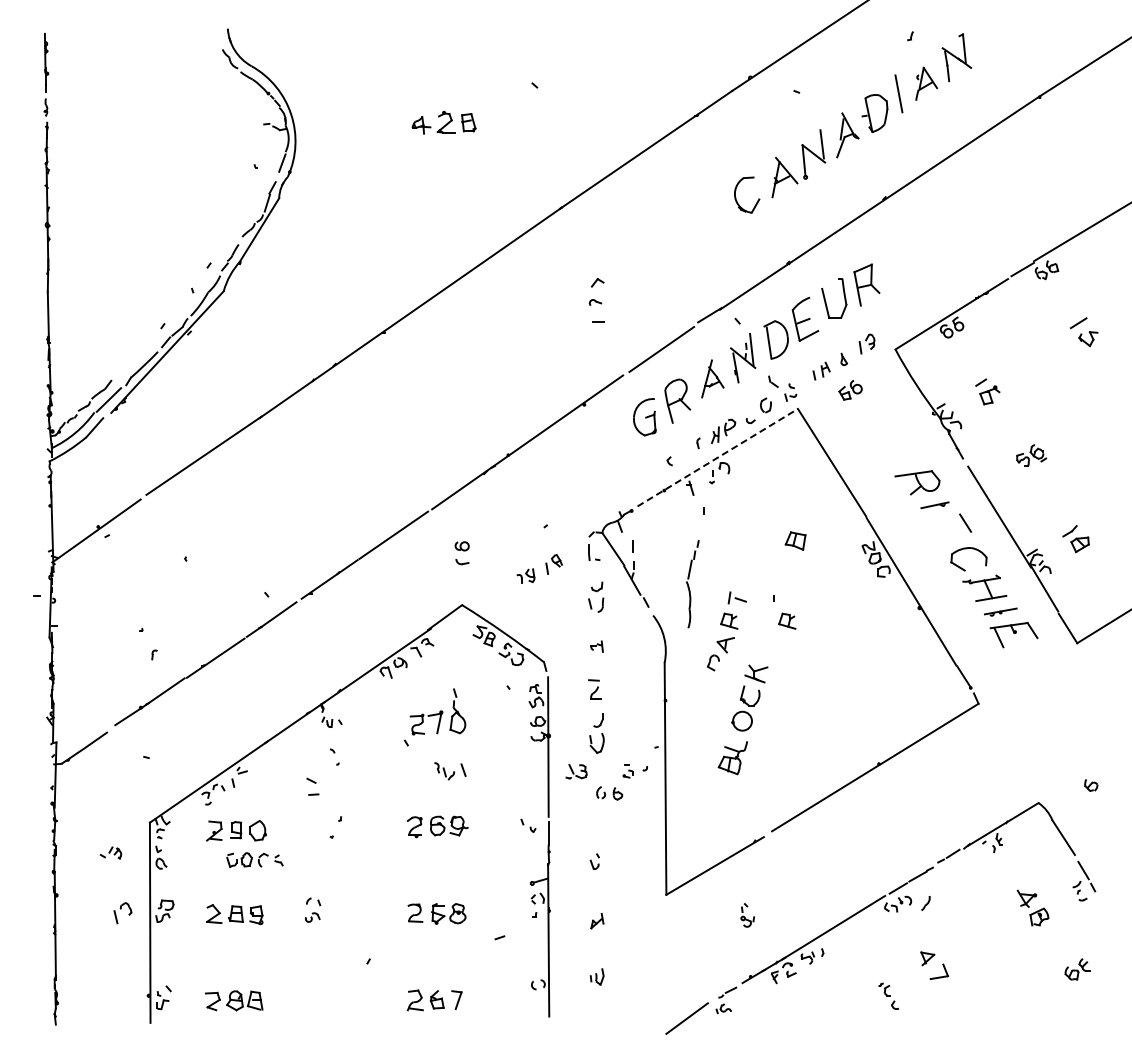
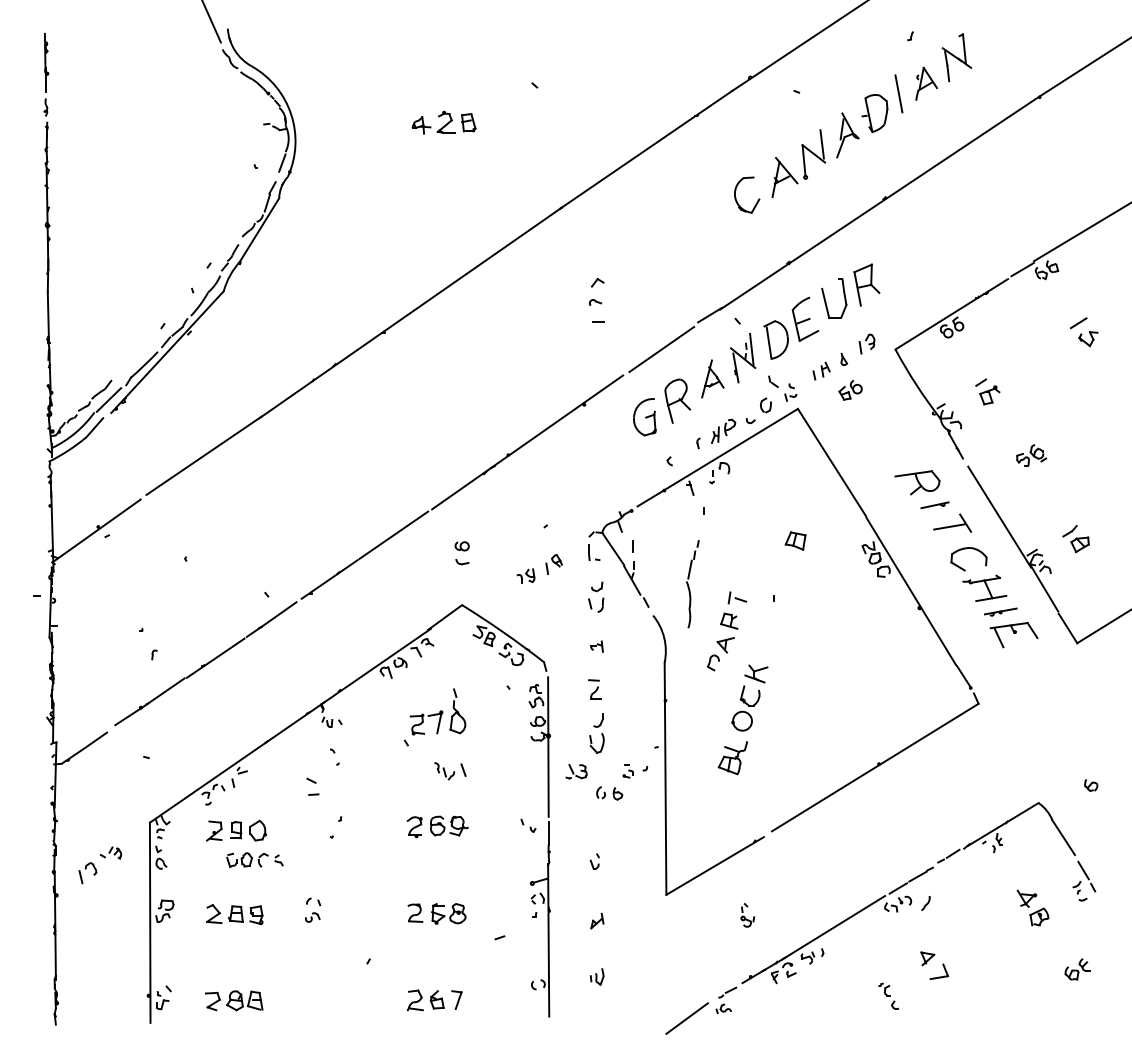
line at (211, 22): none -> present
line at (717, 457): dashed -> solid
line at (949, 526): none -> present
part at (787, 620): present -> none
part at (122, 913) position: (122, 913) -> (87, 873)
